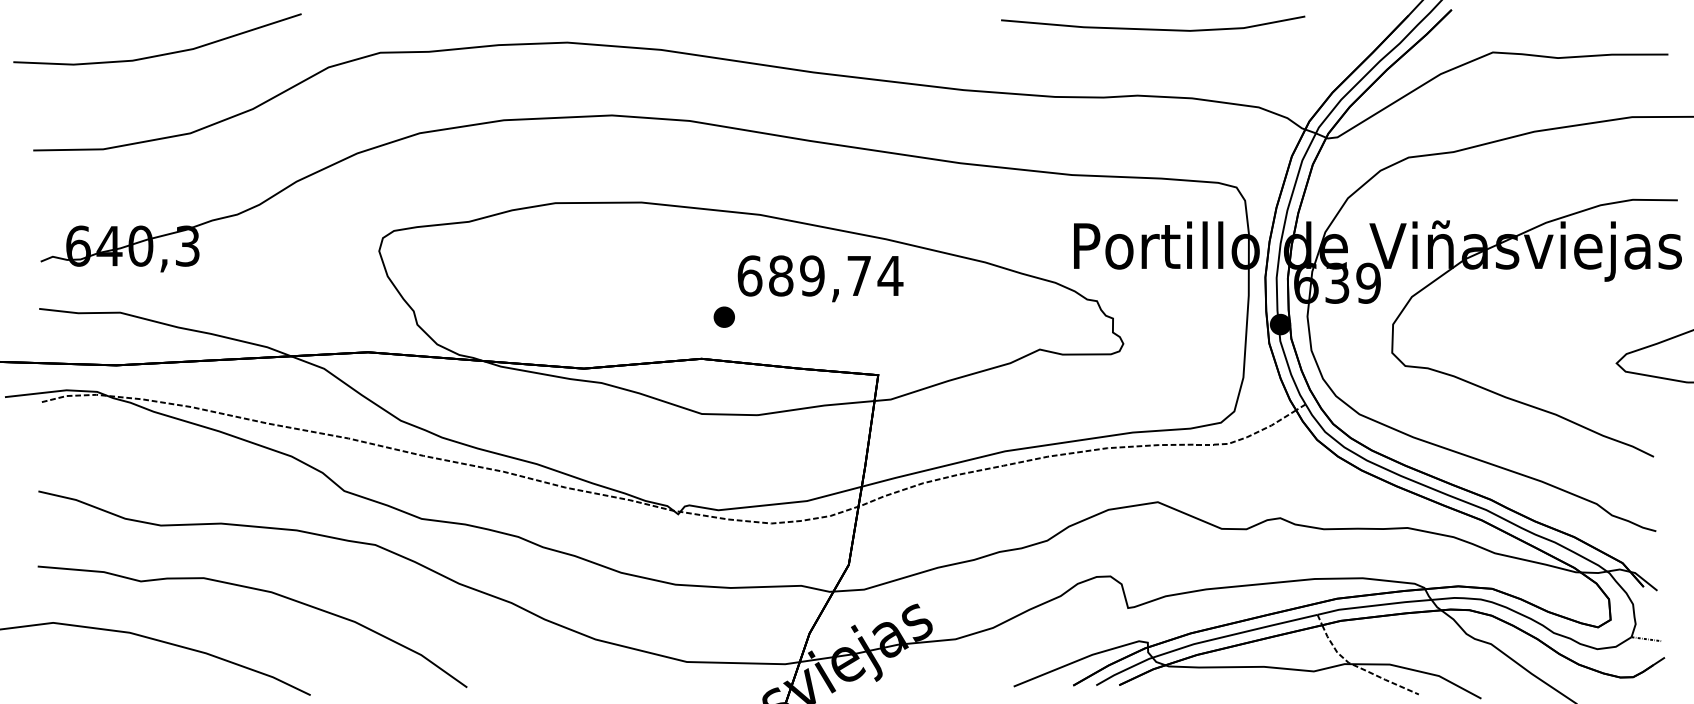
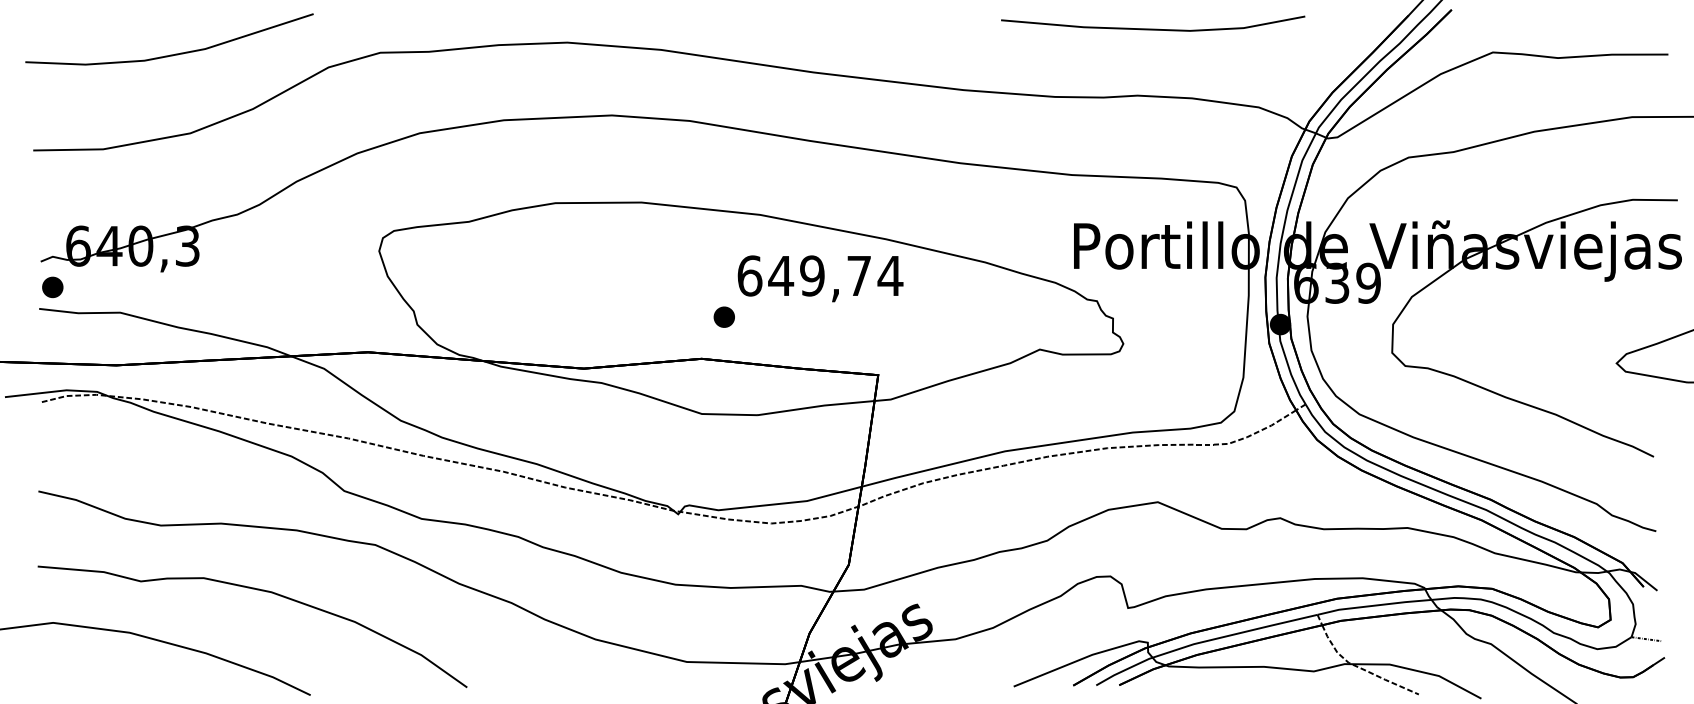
line at (158, 54) position: (158, 54) -> (170, 54)
text at (781, 275): 689,74 -> 649,74
part at (52, 287): none -> present
